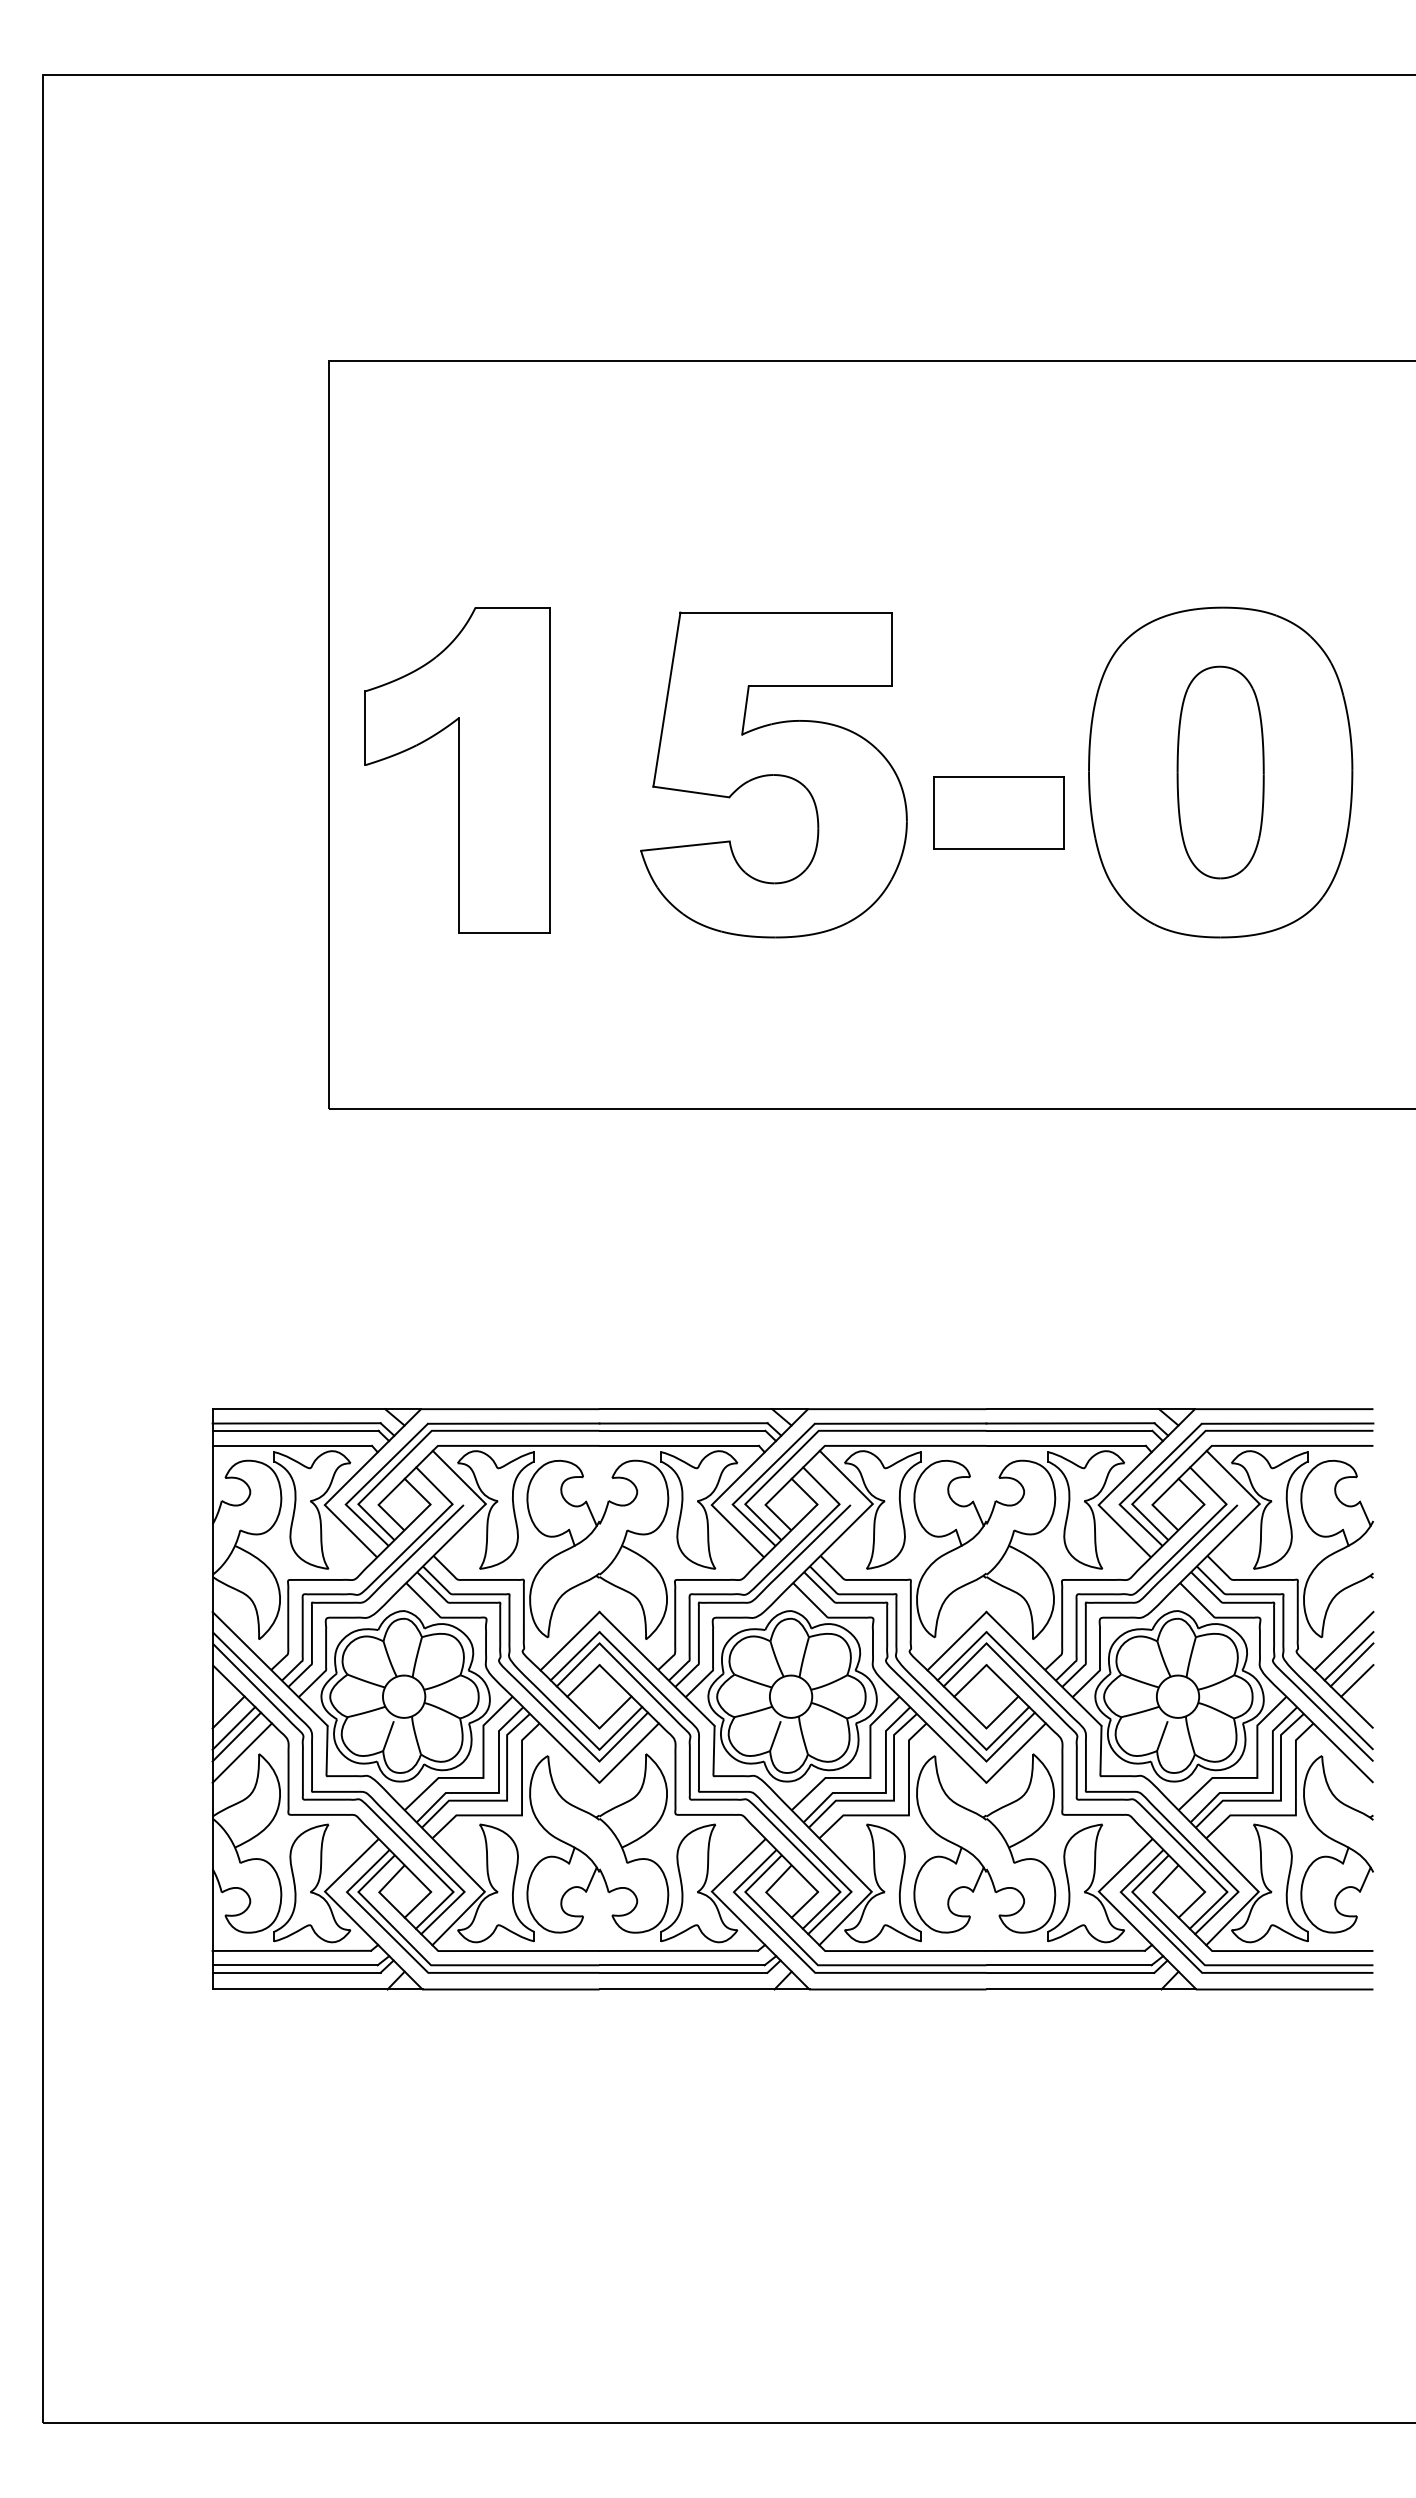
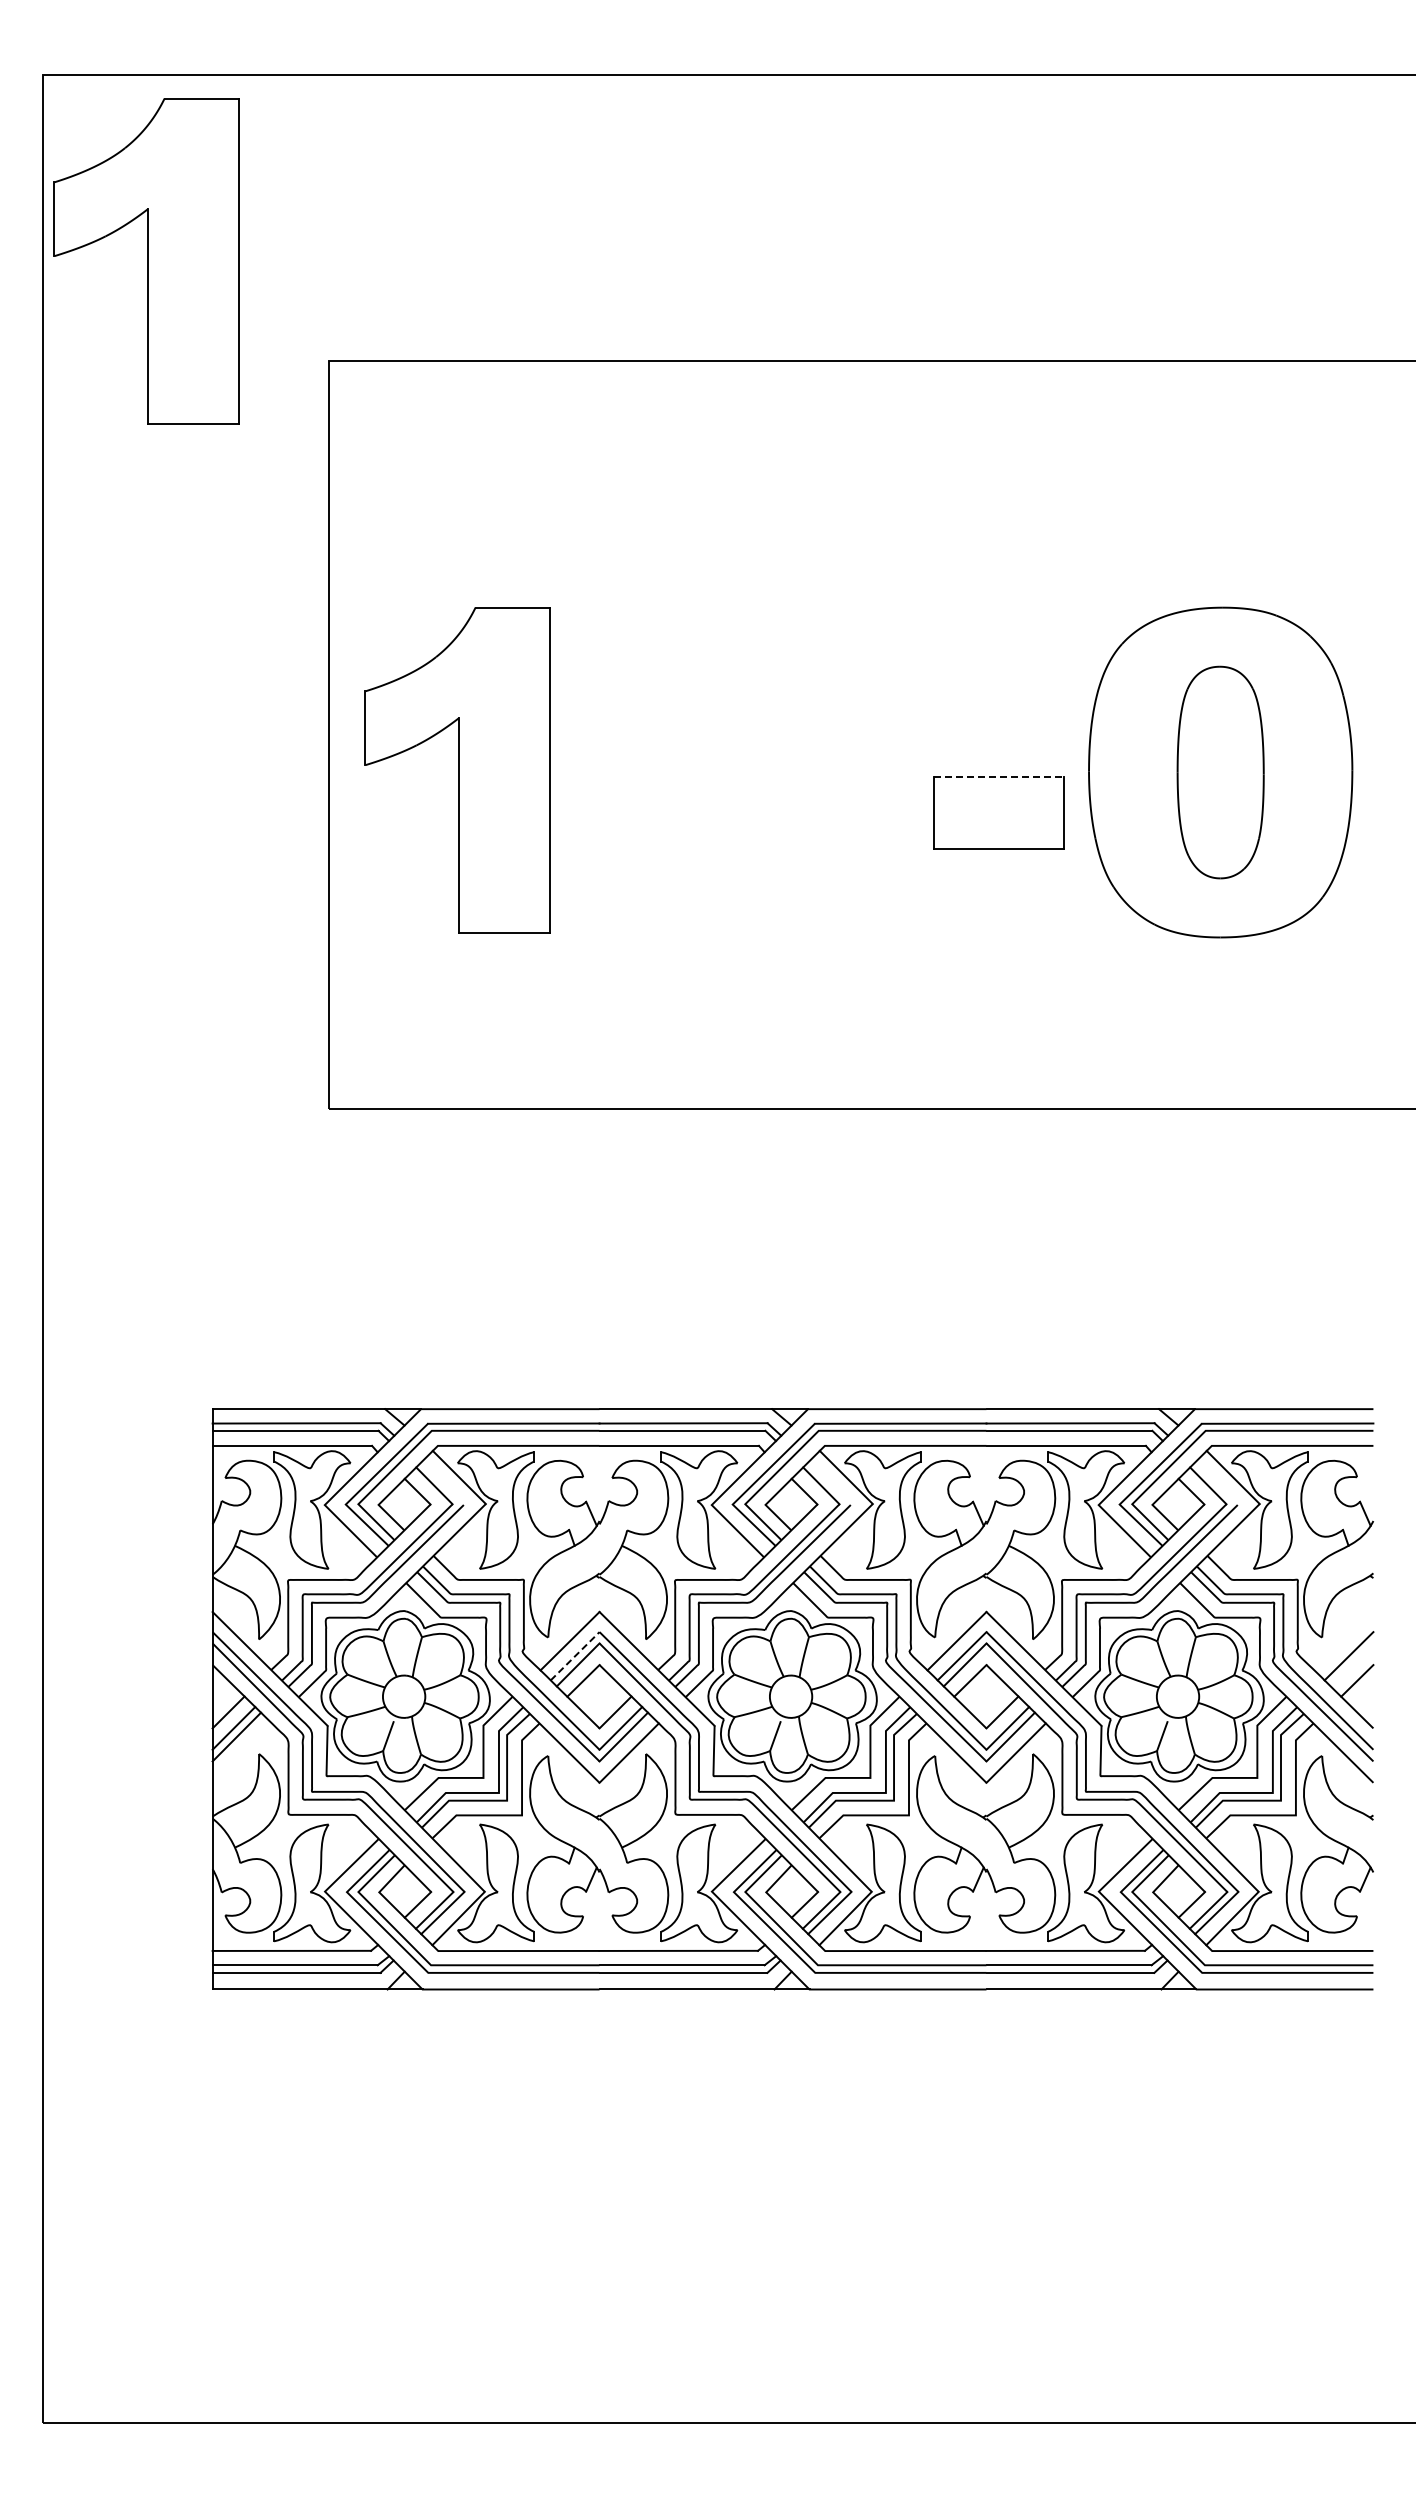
part at (146, 261): none -> present
part at (773, 774): present -> none
line at (999, 777): solid -> dashed
line at (1343, 1641): present -> none
line at (575, 1655): solid -> dashed
line at (1351, 1664): present -> none
line at (241, 1752): present -> none
